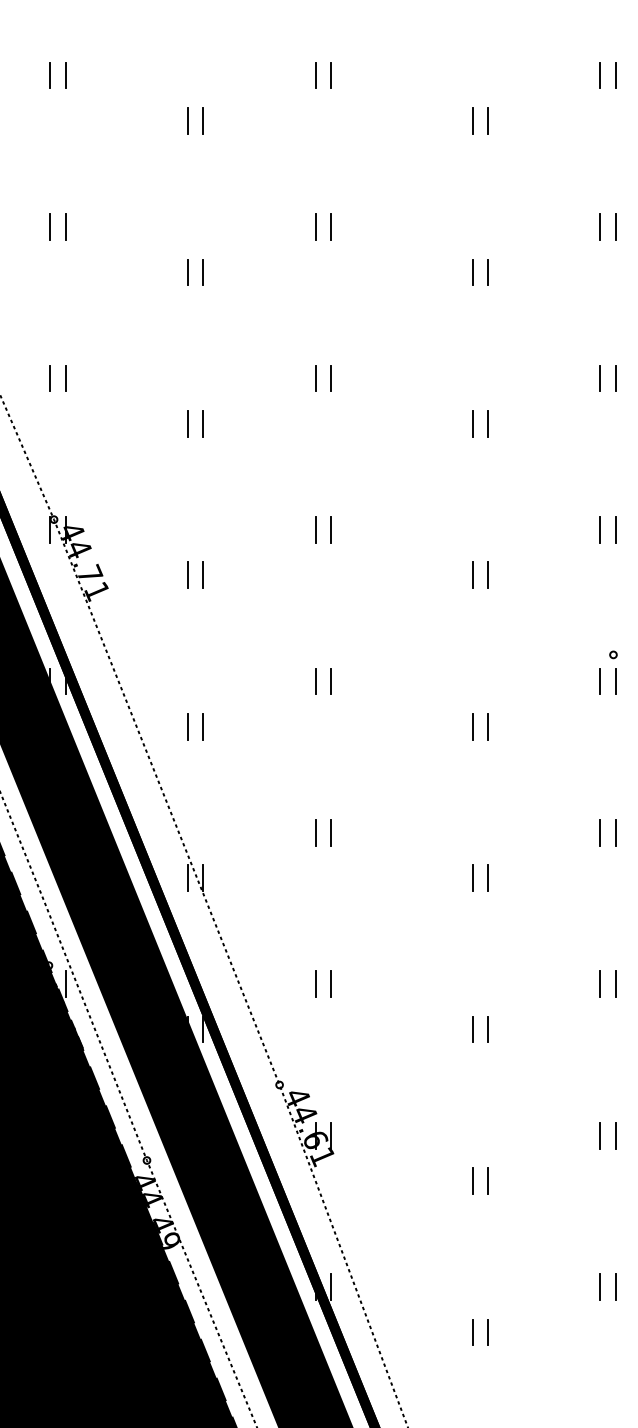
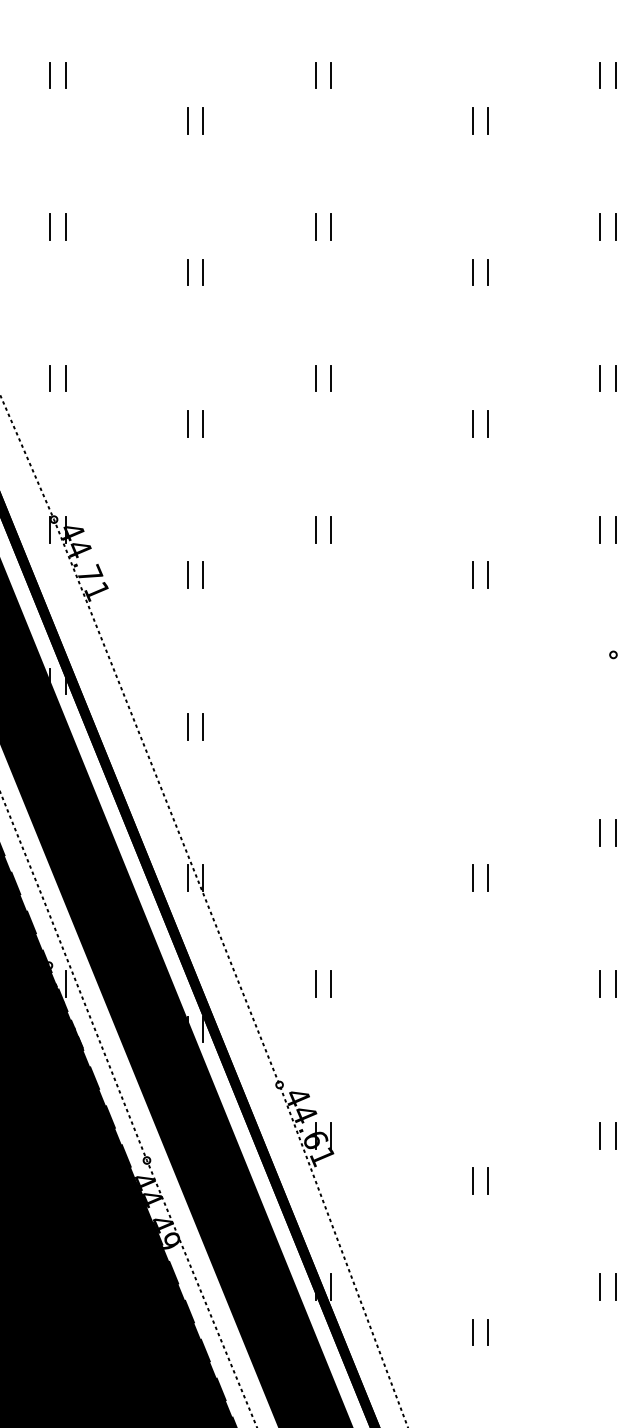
part at (316, 681): present -> none
part at (600, 681): present -> none
part at (473, 726): present -> none
part at (316, 832): present -> none
part at (473, 1029): present -> none
